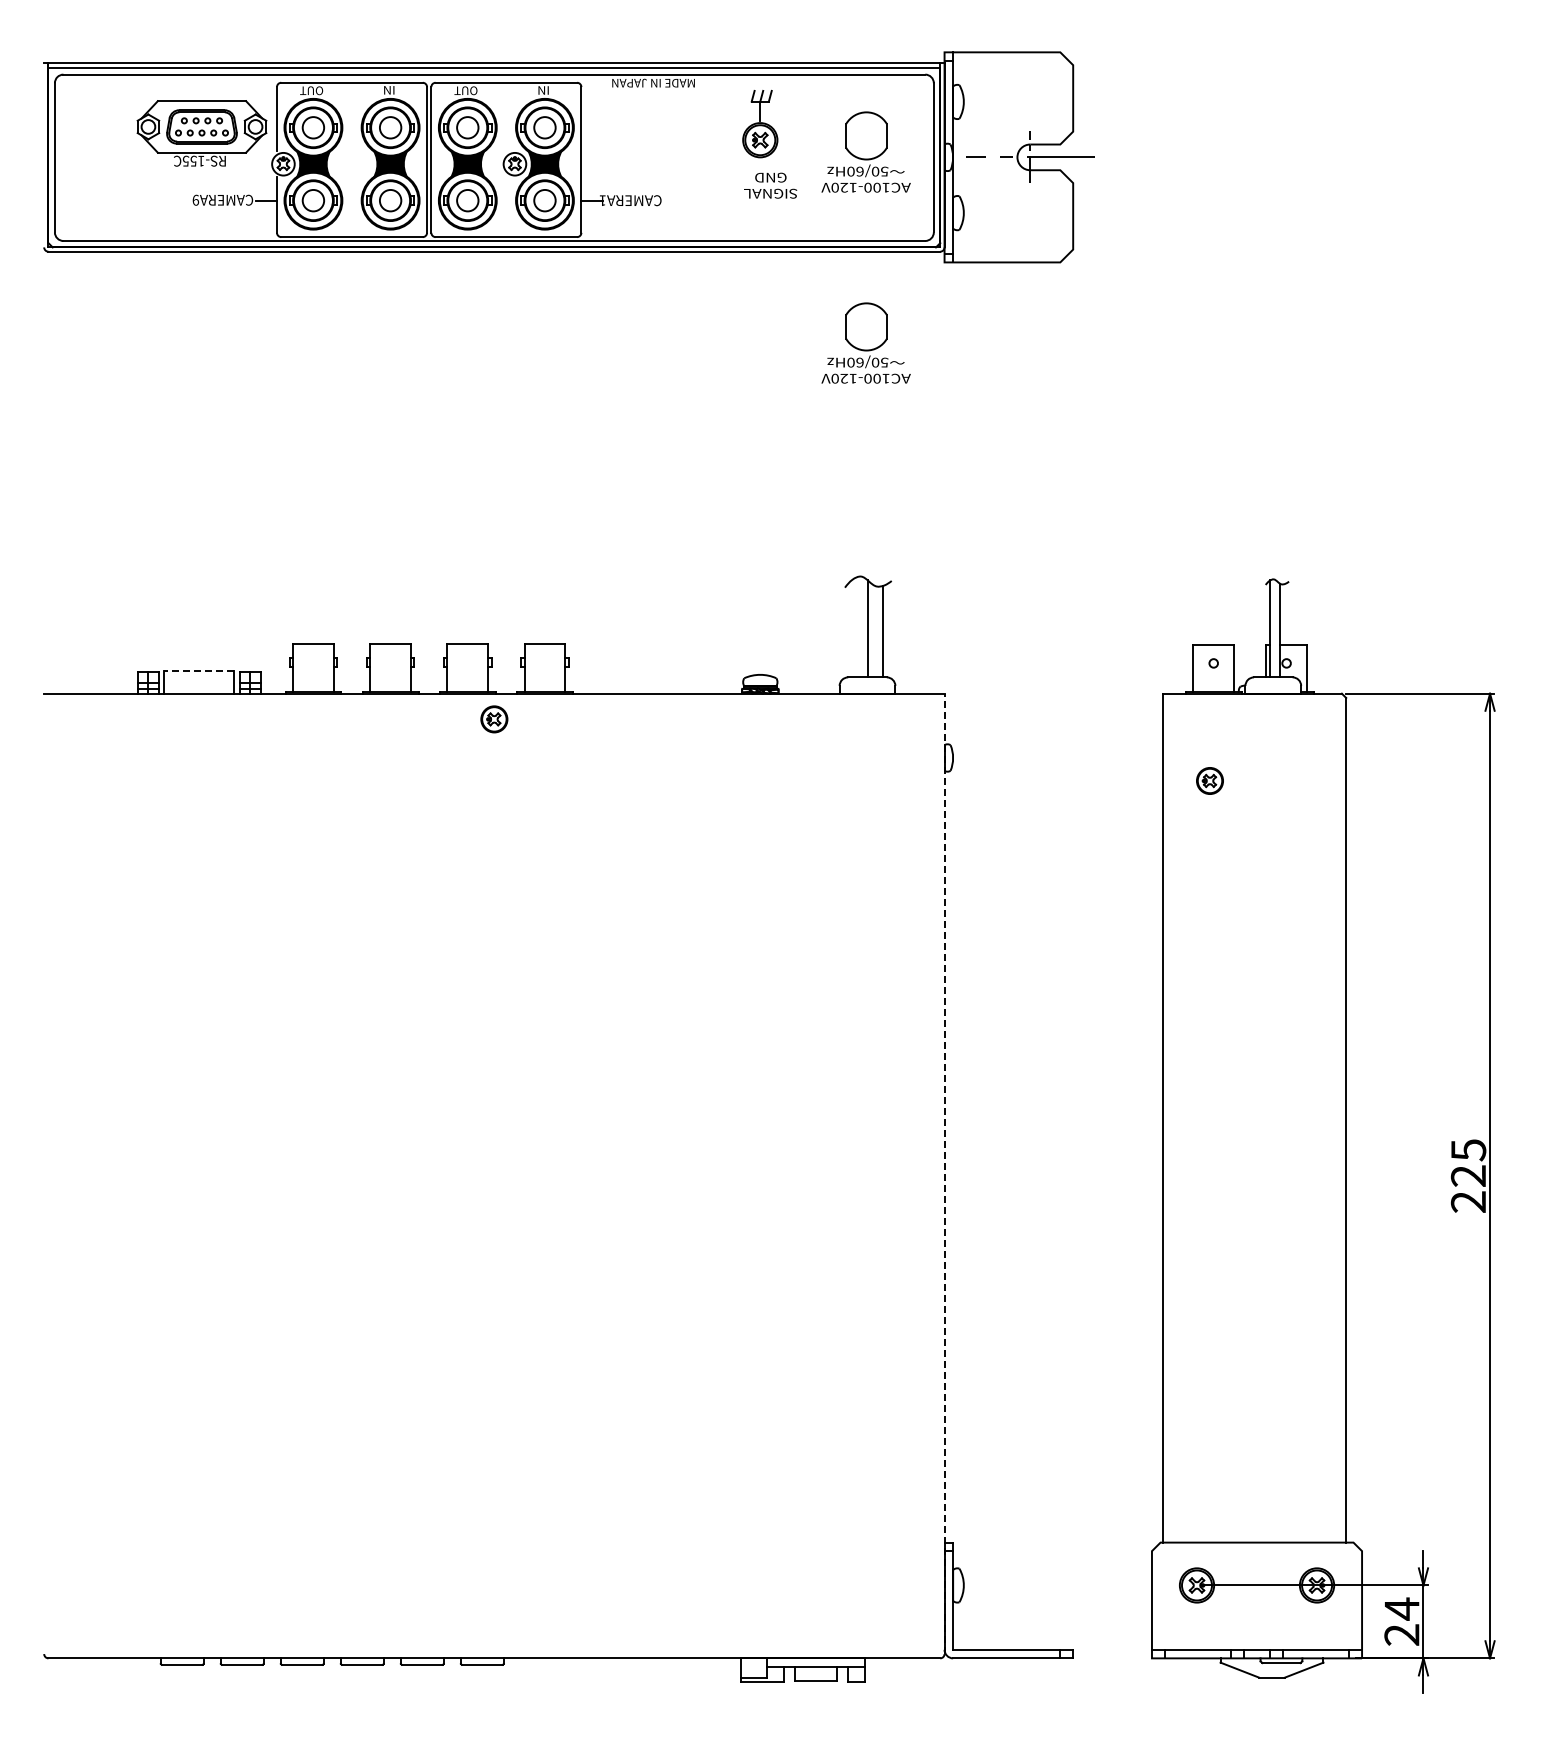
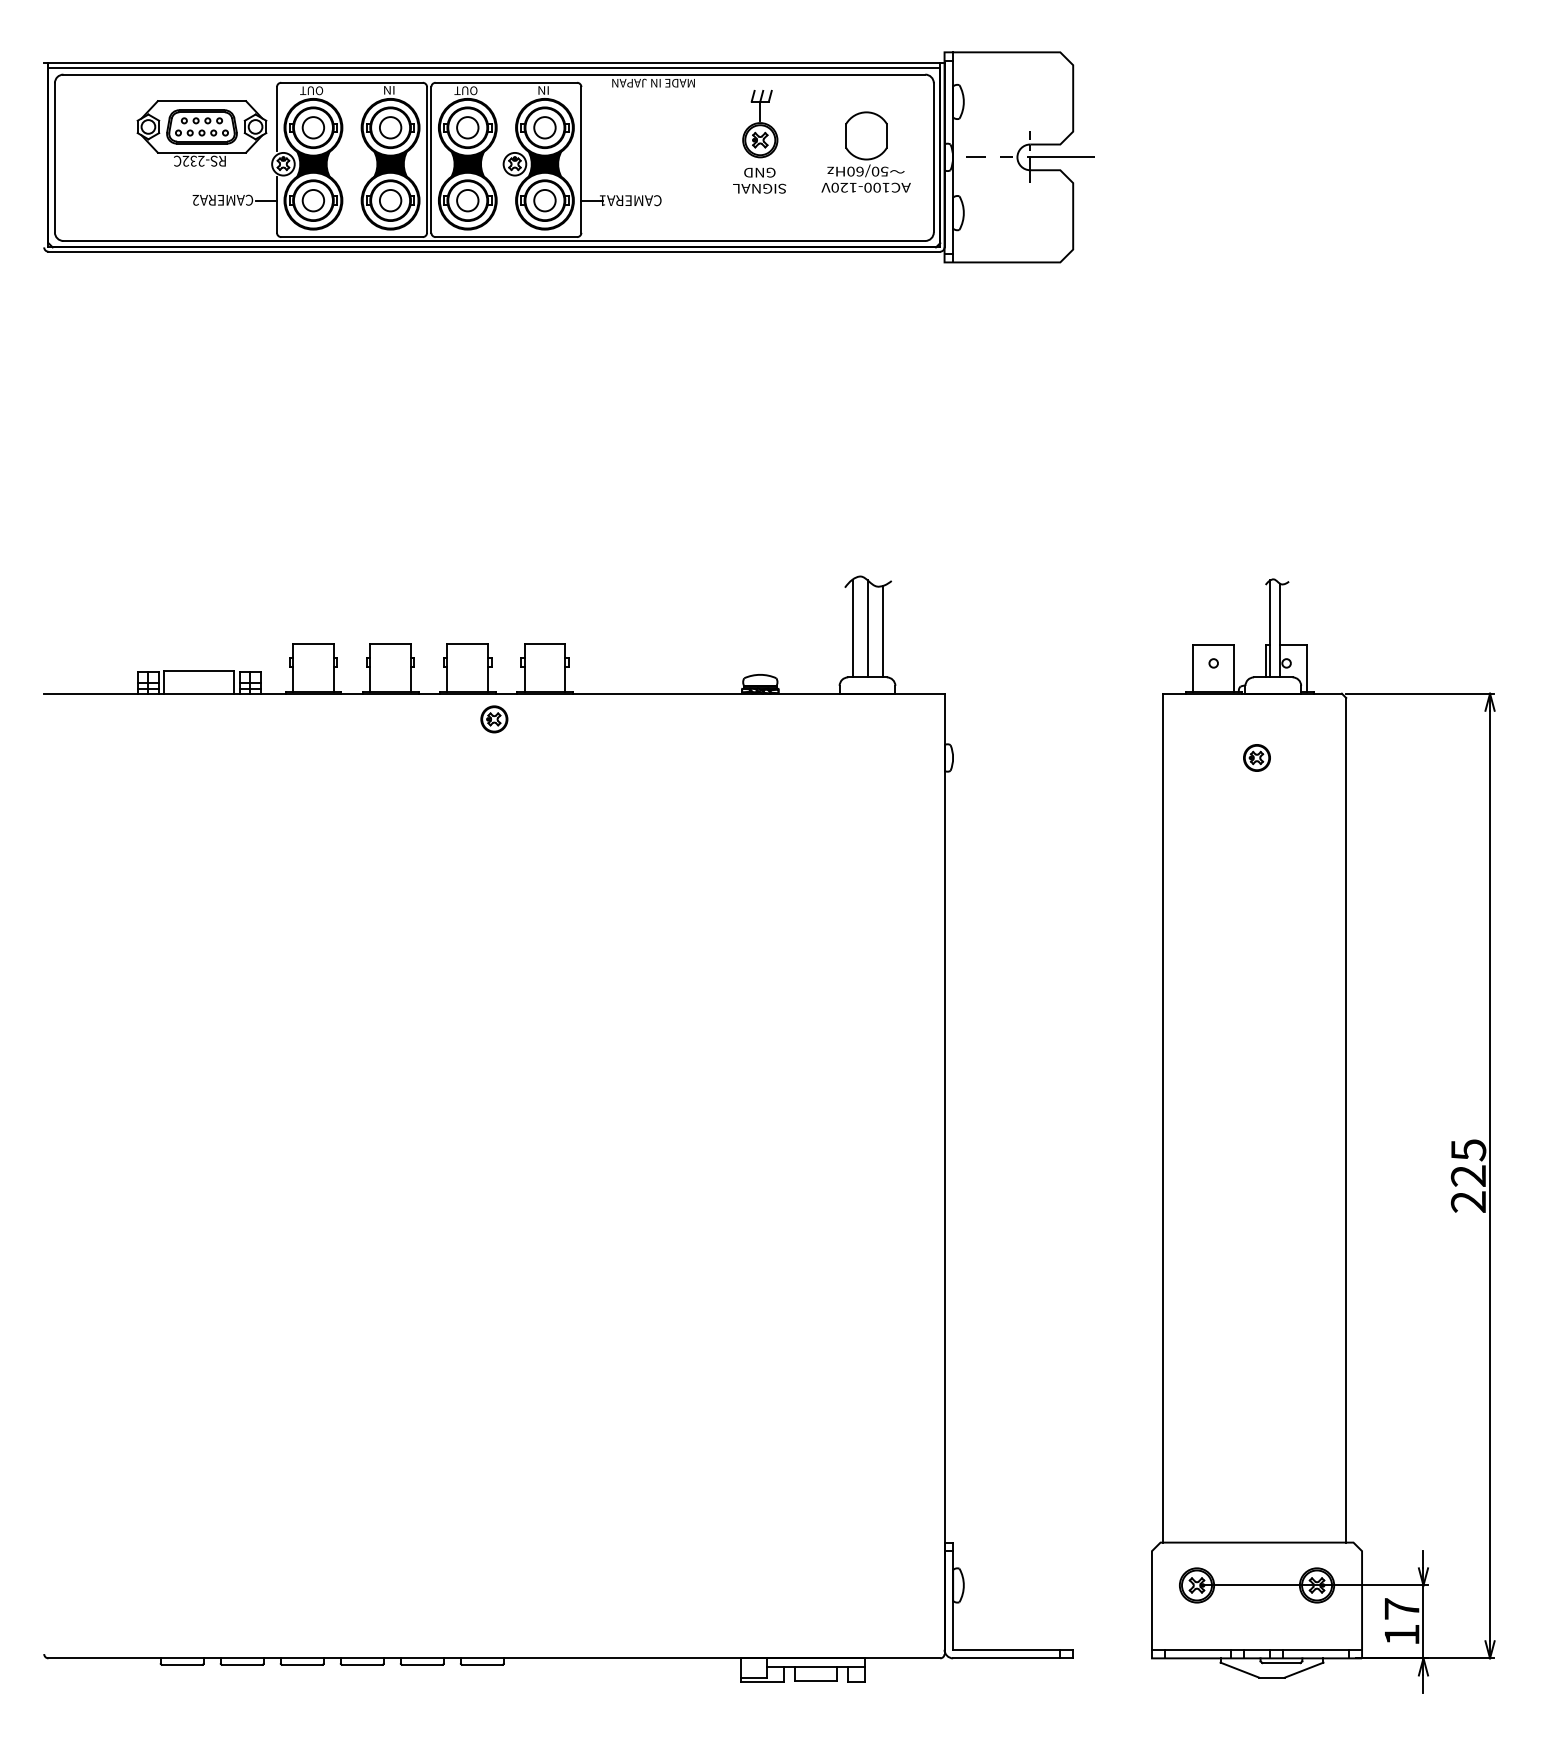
text at (193, 160): RS-155C -> RS-232C
text at (770, 185) position: (770, 185) -> (759, 180)
text at (195, 199): CAMERA9 -> CAMERA2
part at (865, 342): present -> none
line at (852, 628): none -> present
line at (199, 671): dashed -> solid
part at (1209, 780) position: (1209, 780) -> (1256, 757)
line at (944, 1173): dashed -> solid
text at (1401, 1621): 24 -> 17
